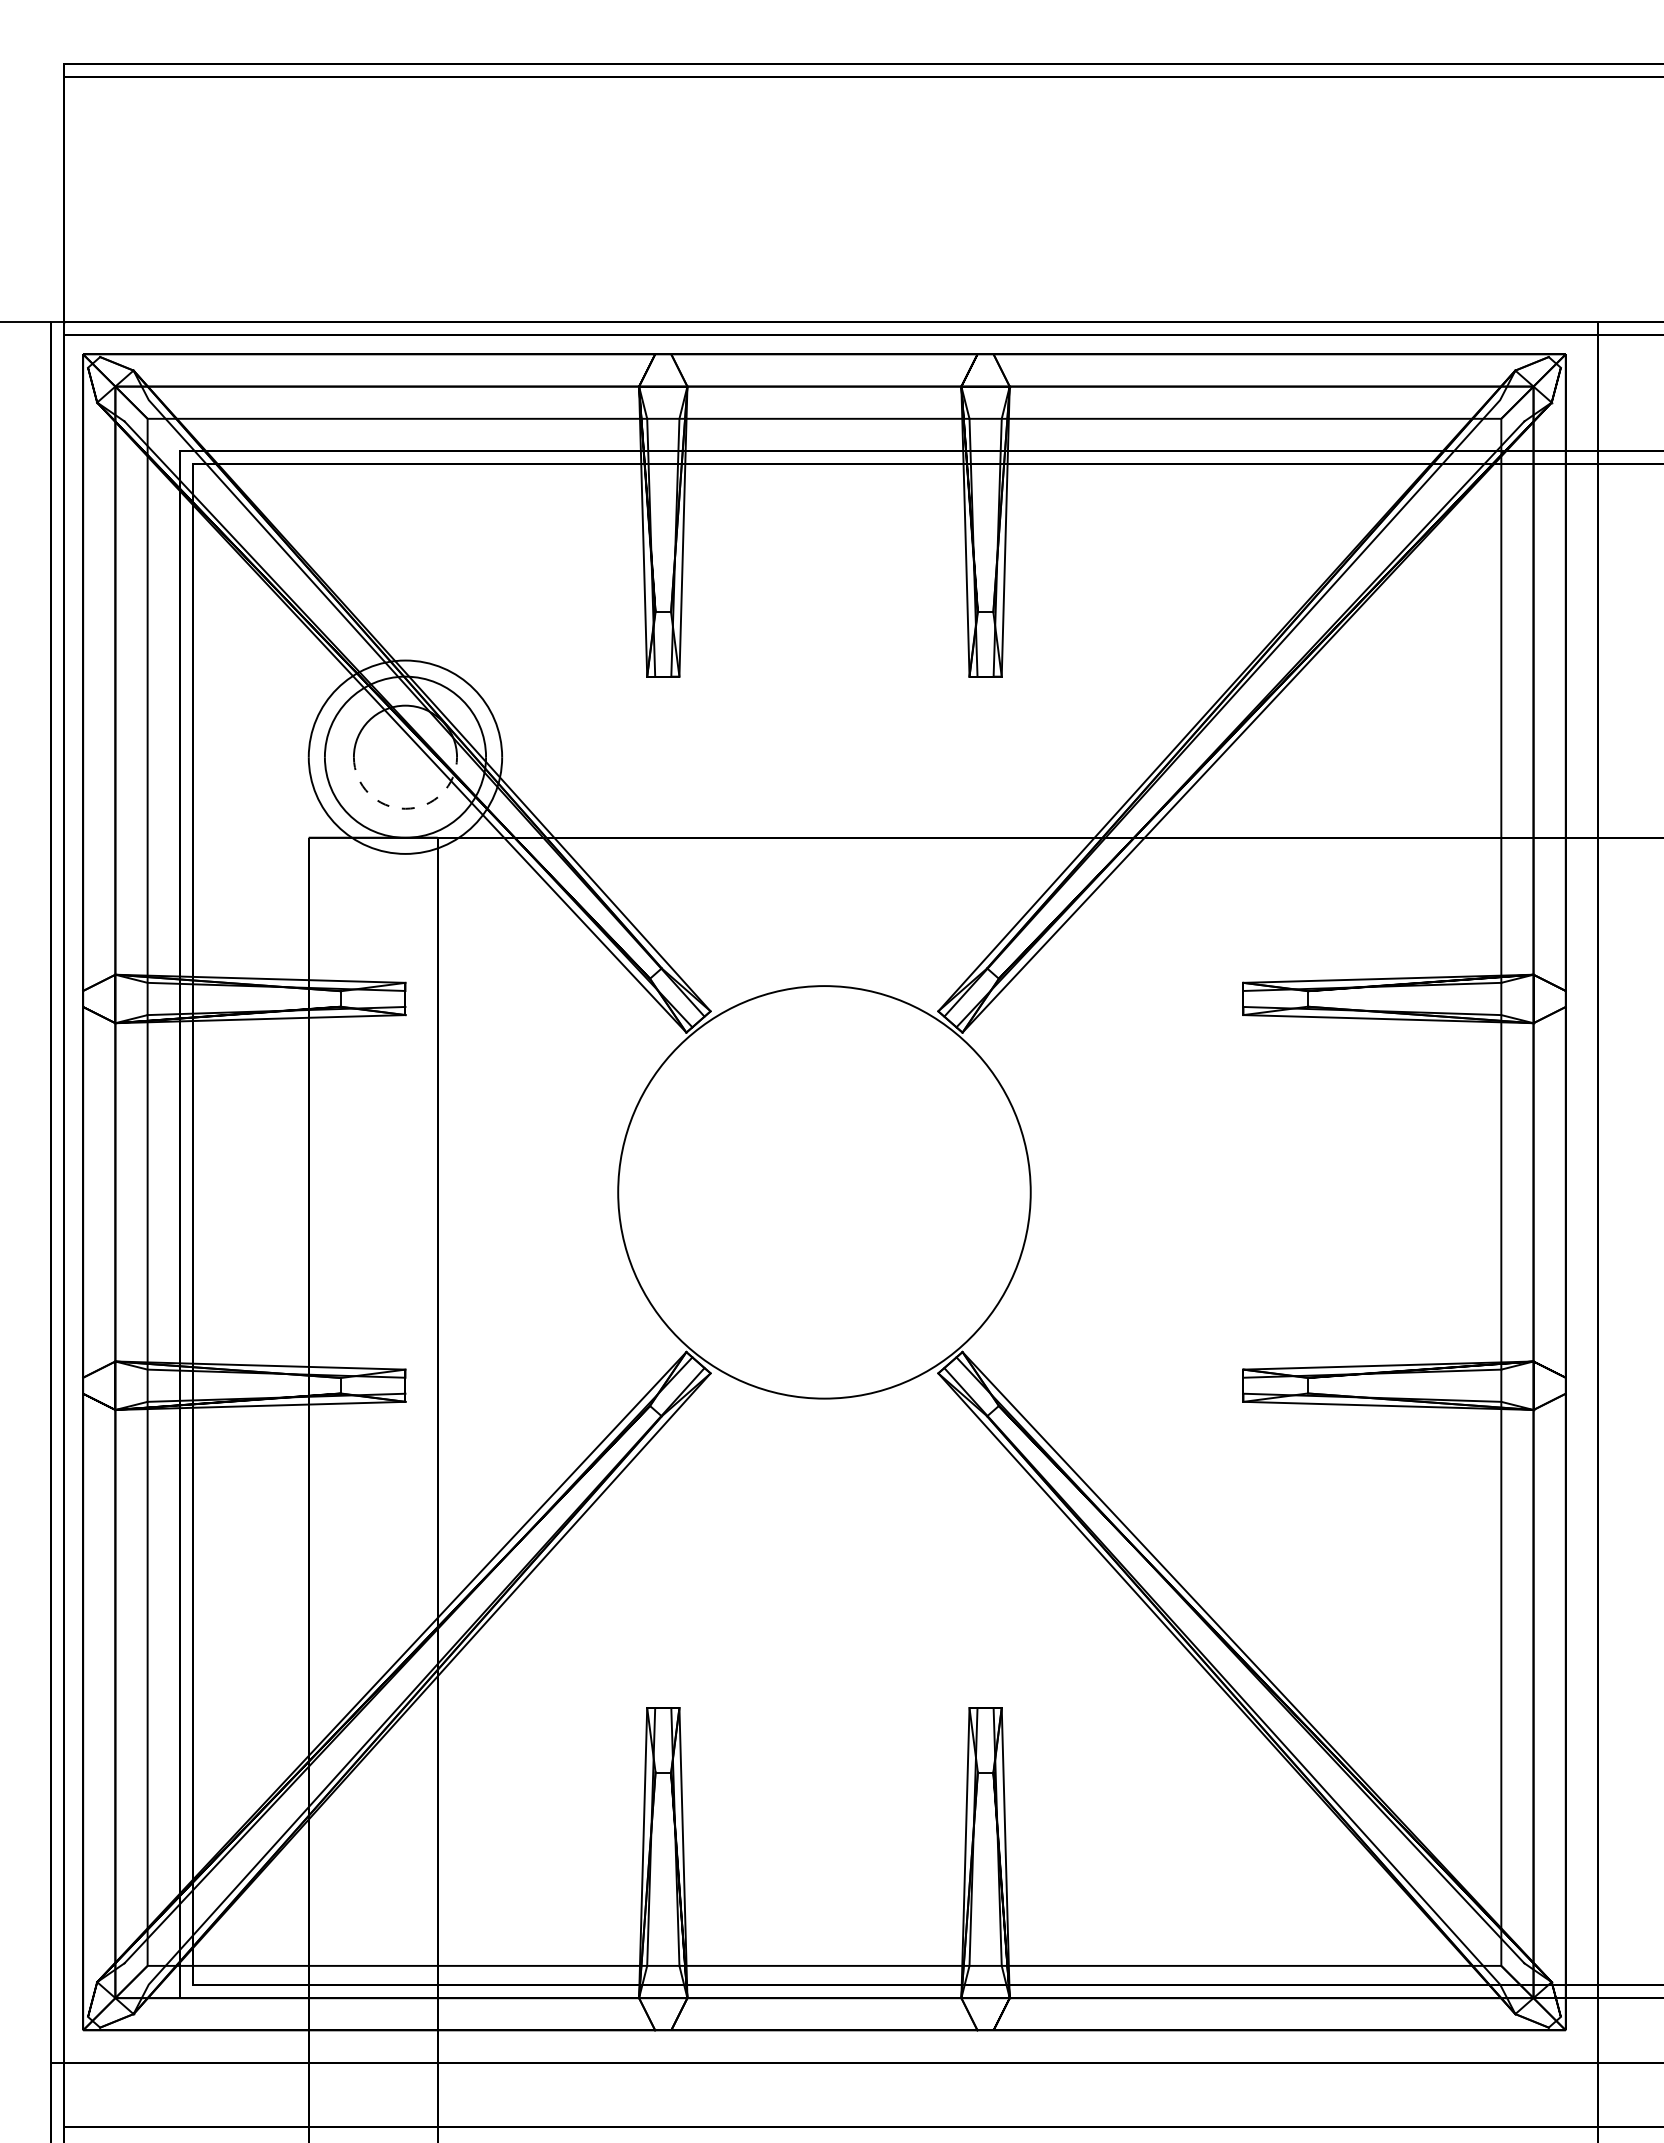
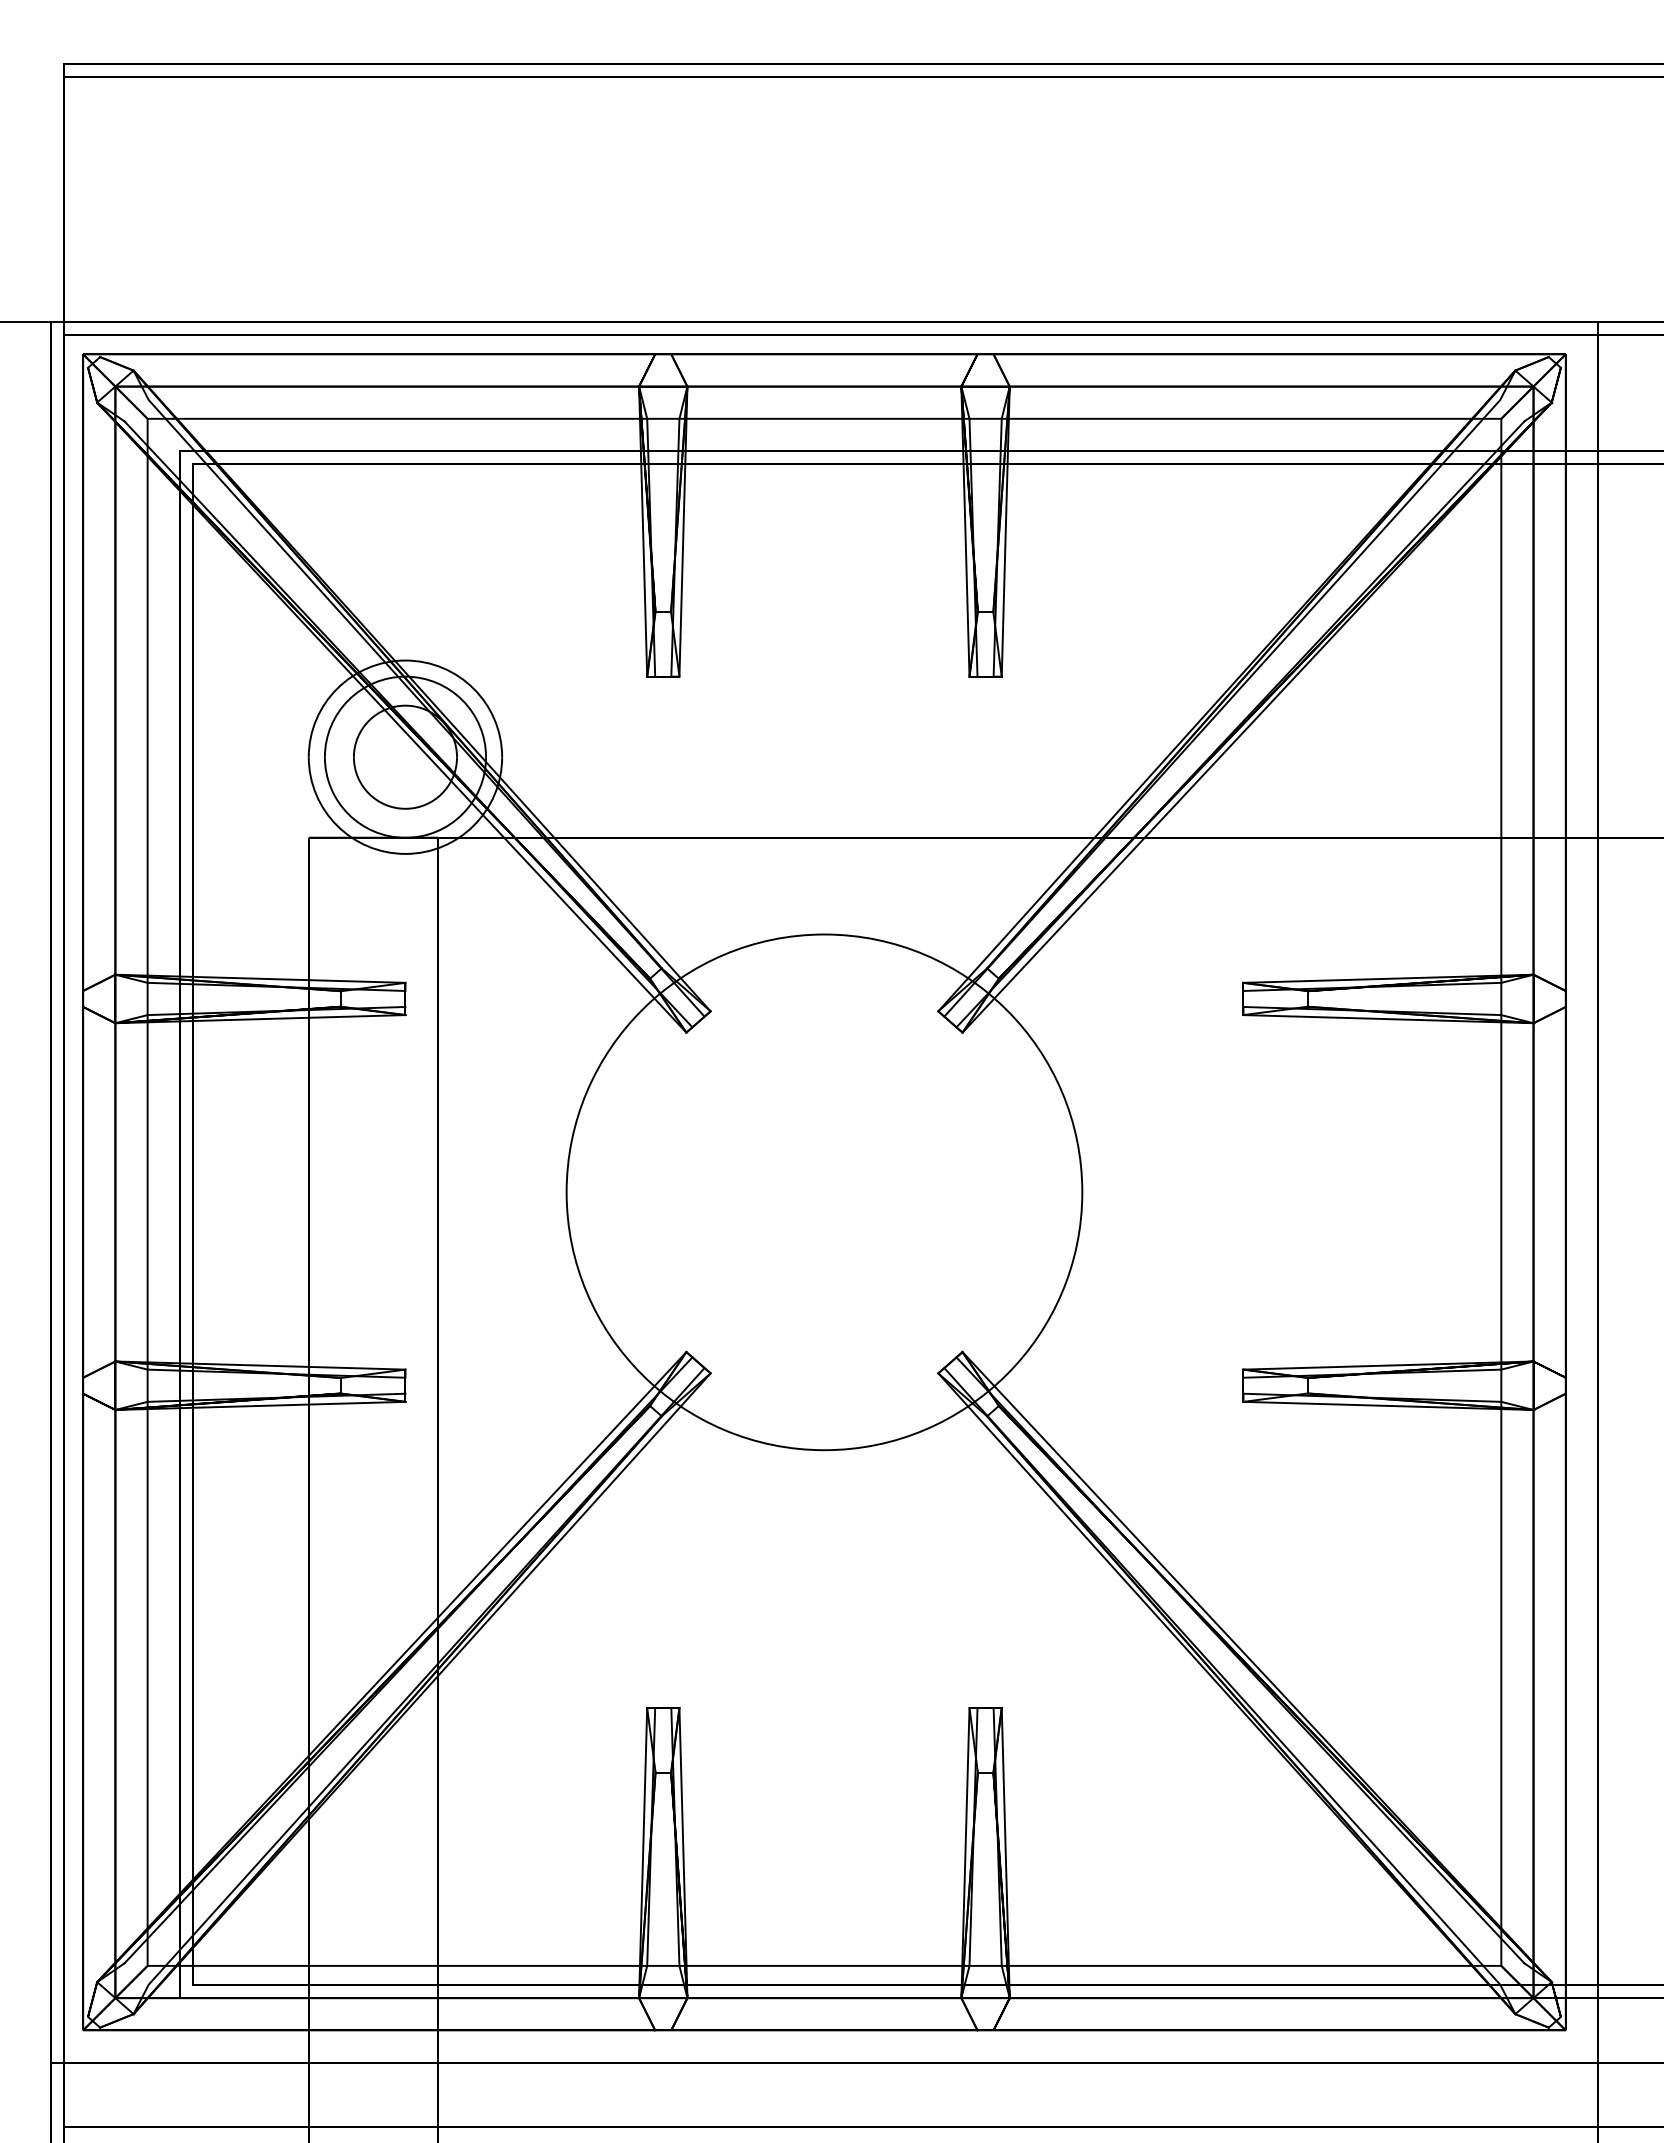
arc at (405, 808): dashed -> solid
circle at (824, 1192) diameter: 413 px -> 516 px
